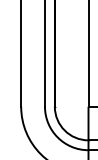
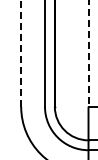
line at (21, 53): solid -> dashed
line at (88, 53): solid -> dashed
